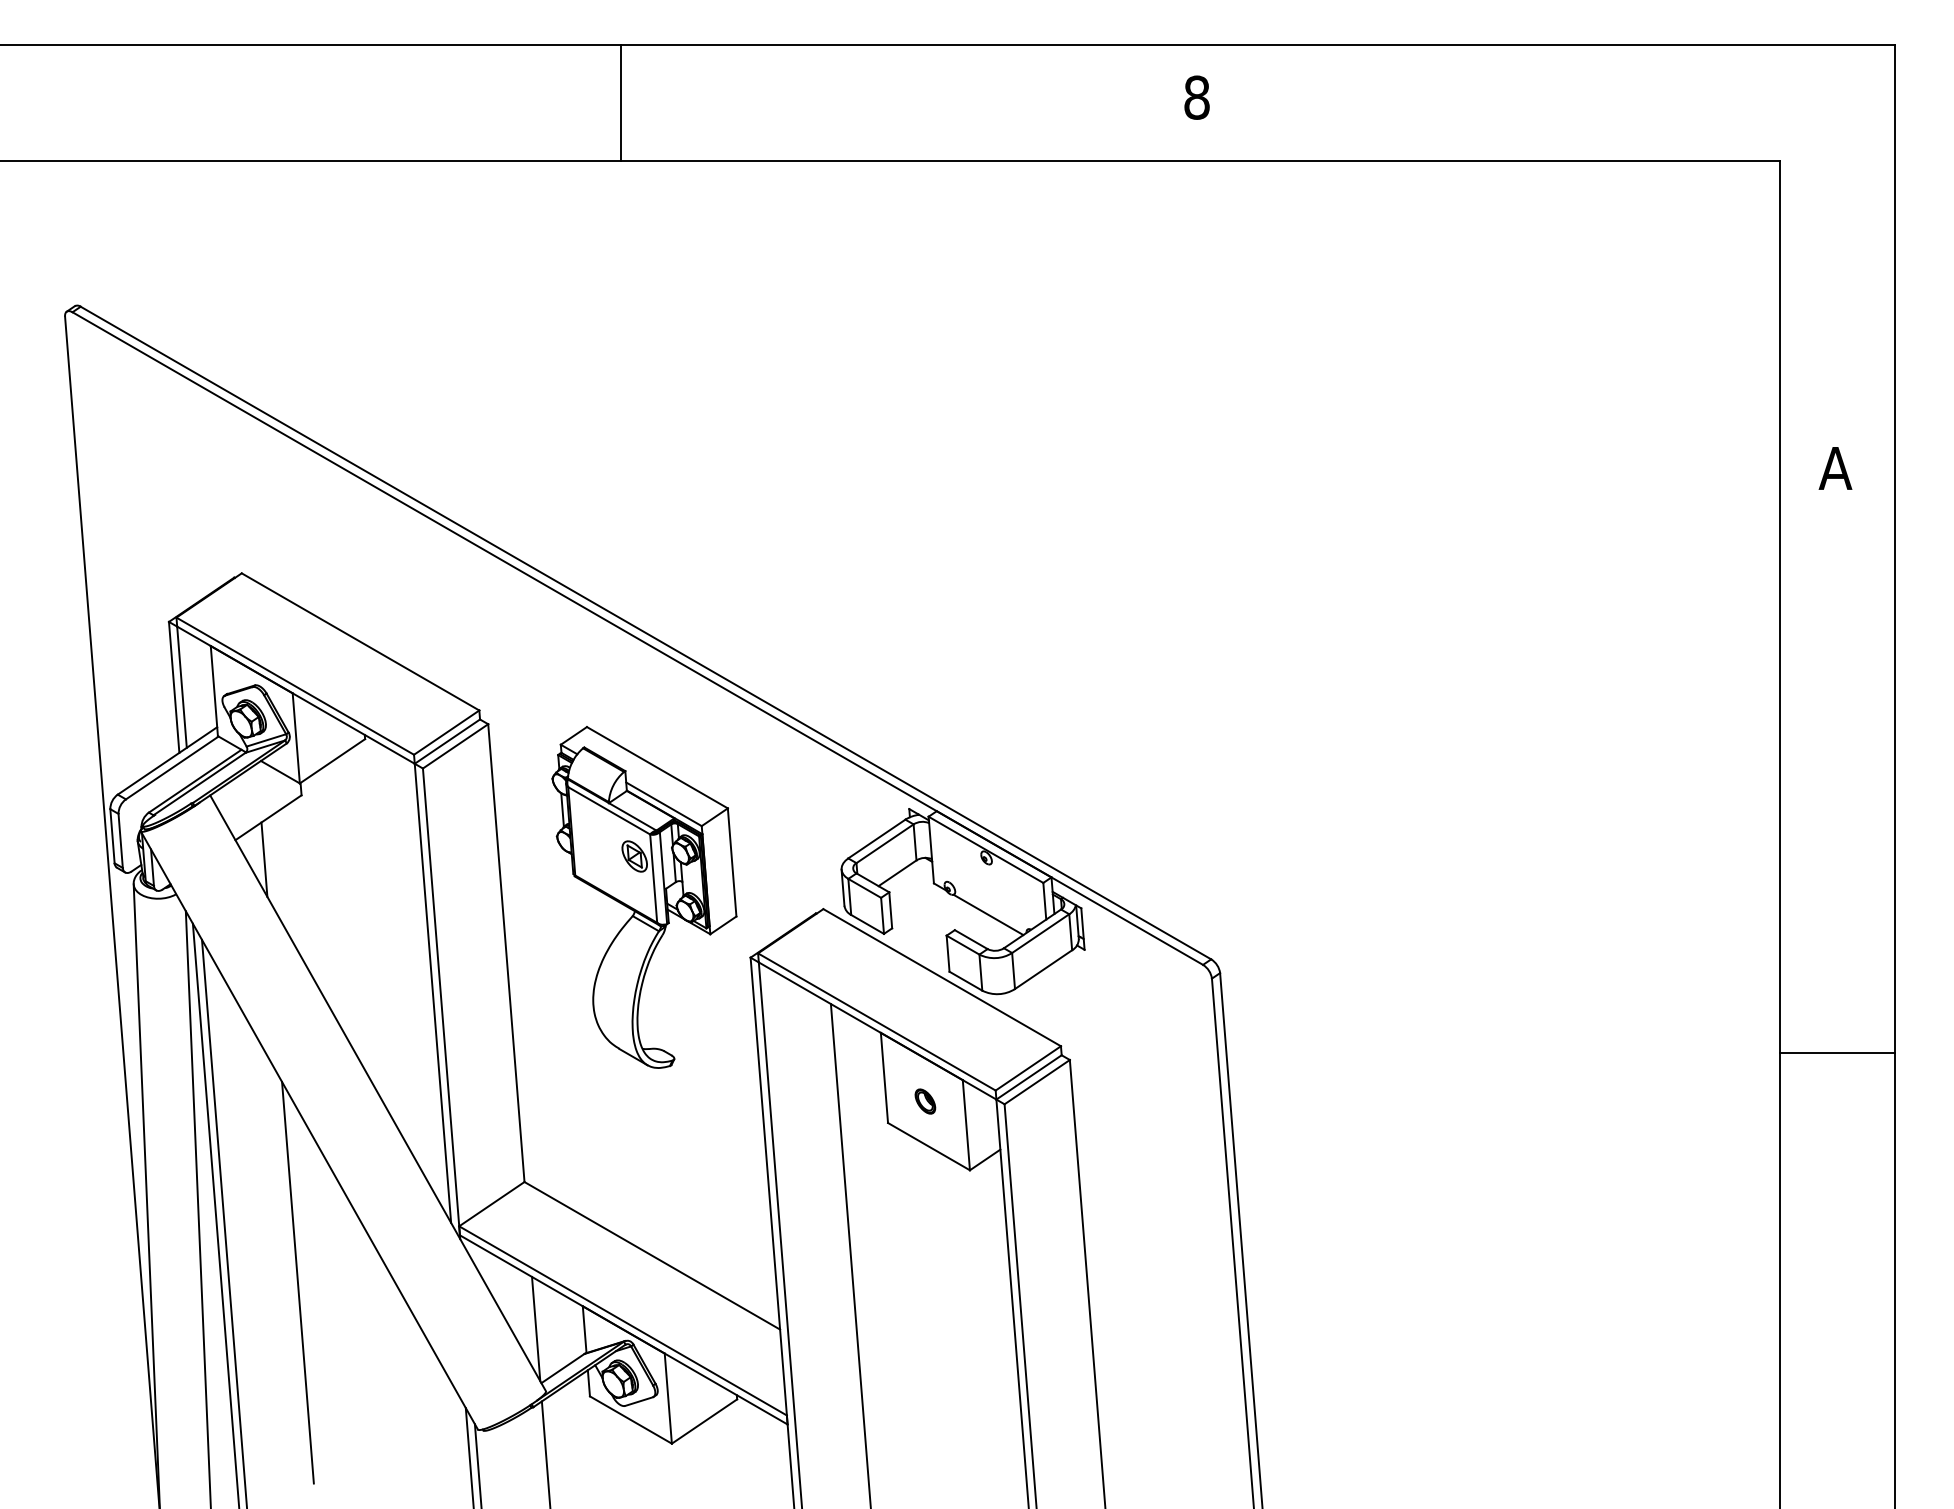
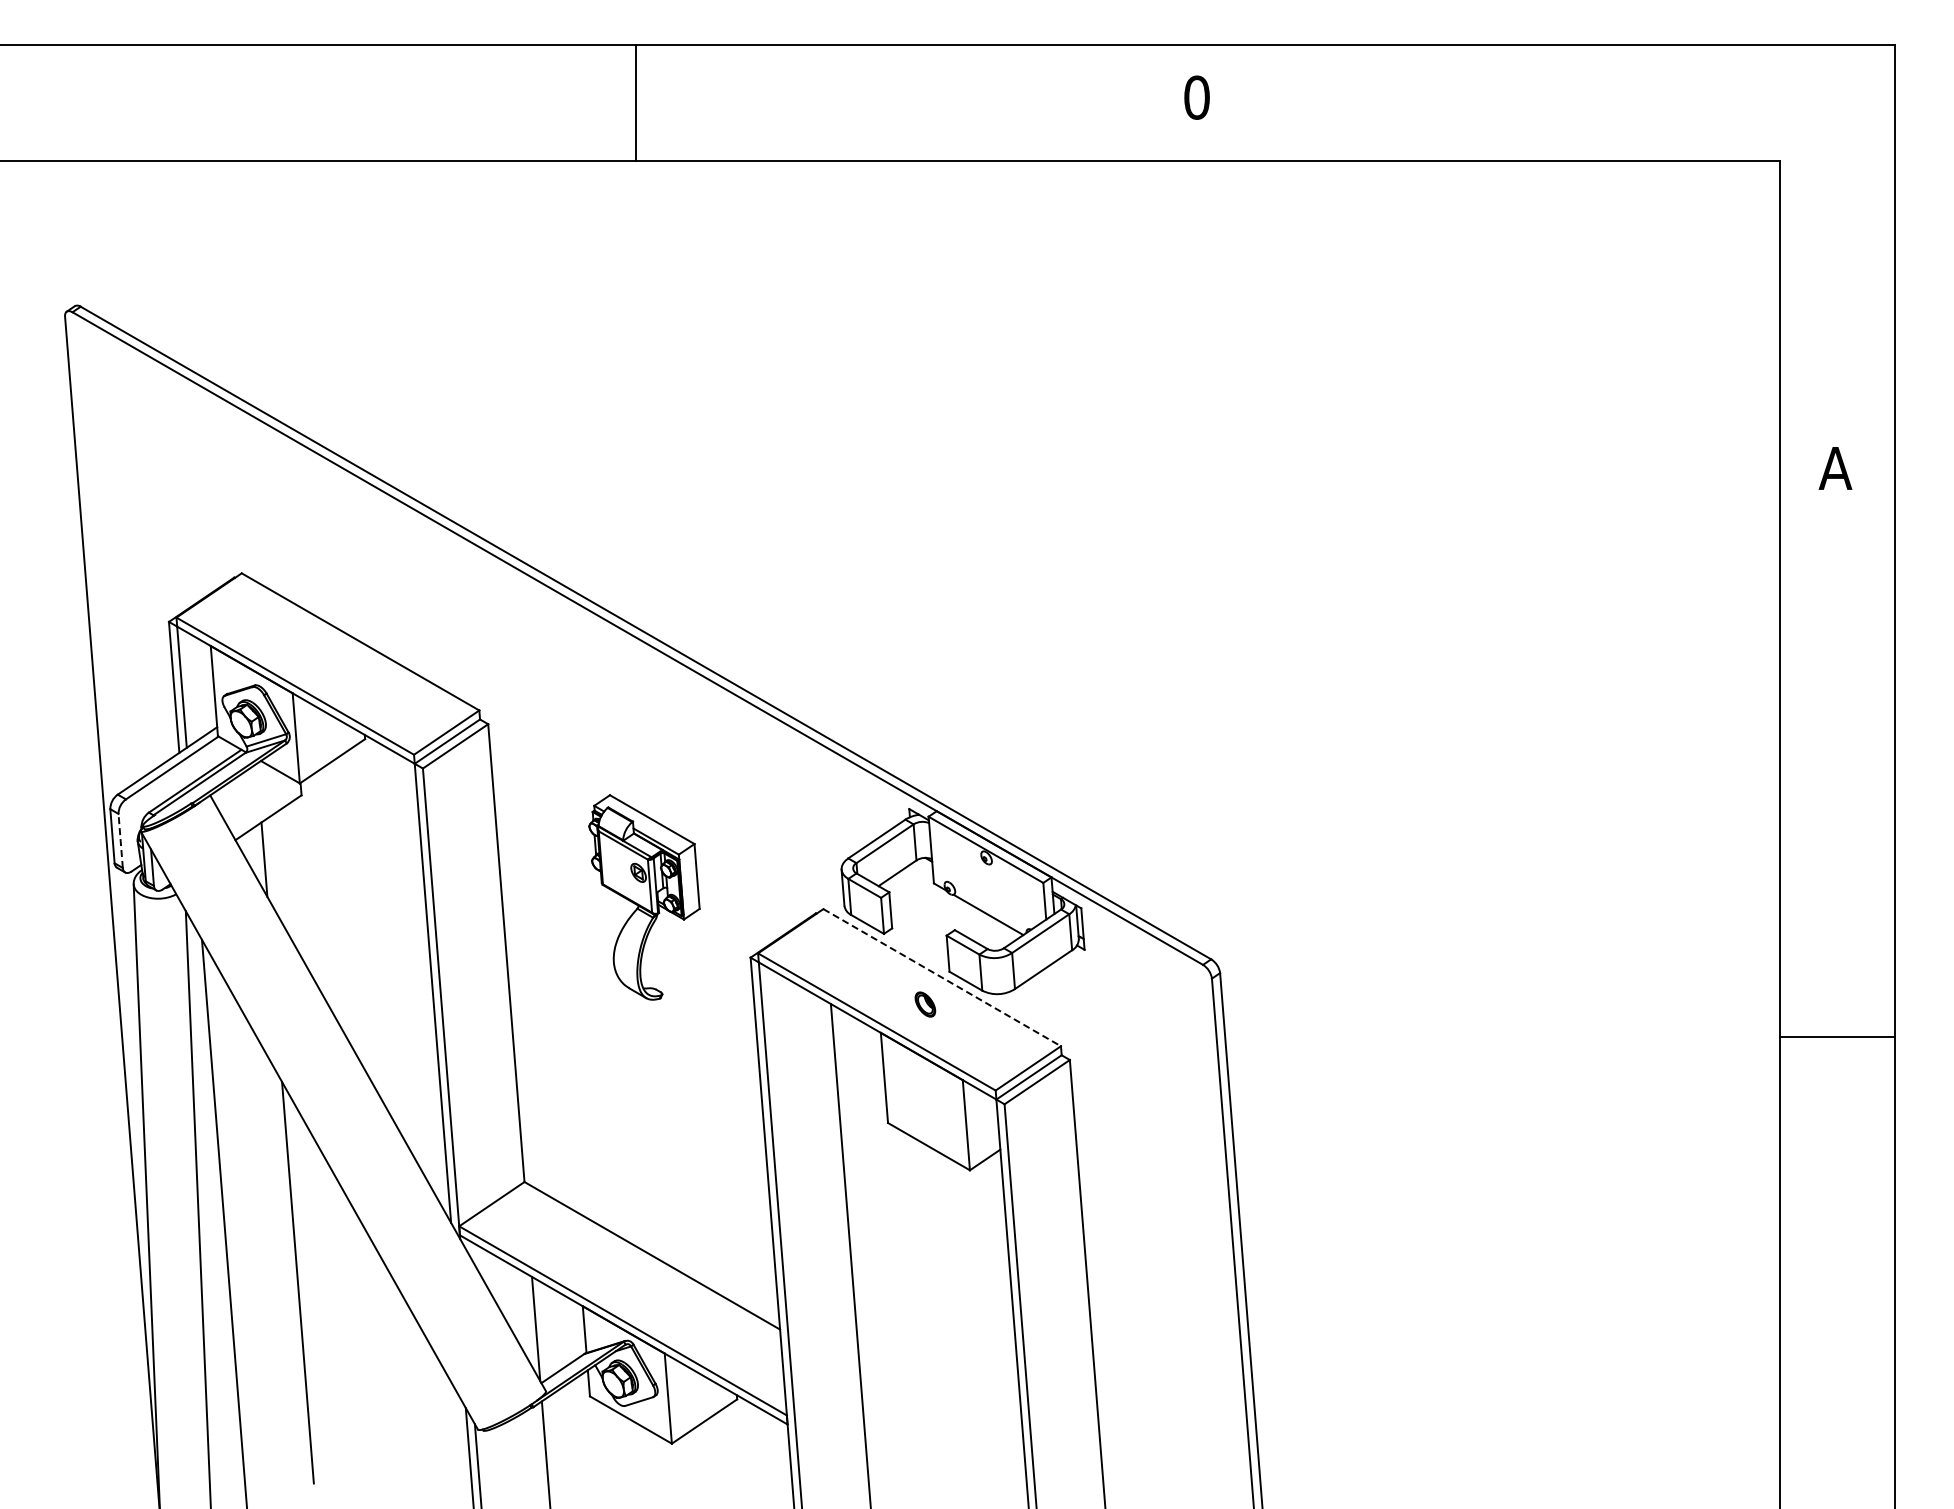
text at (1196, 97): 8 -> 0
line at (620, 103) position: (620, 103) -> (635, 103)
line at (120, 840): solid -> dashed
part at (644, 897) size: 187x343 px -> 113x207 px
line at (942, 977): solid -> dashed
line at (1837, 1053) position: (1837, 1053) -> (1837, 1037)
part at (925, 1101) position: (925, 1101) -> (925, 1004)
line at (215, 1214): present -> none
